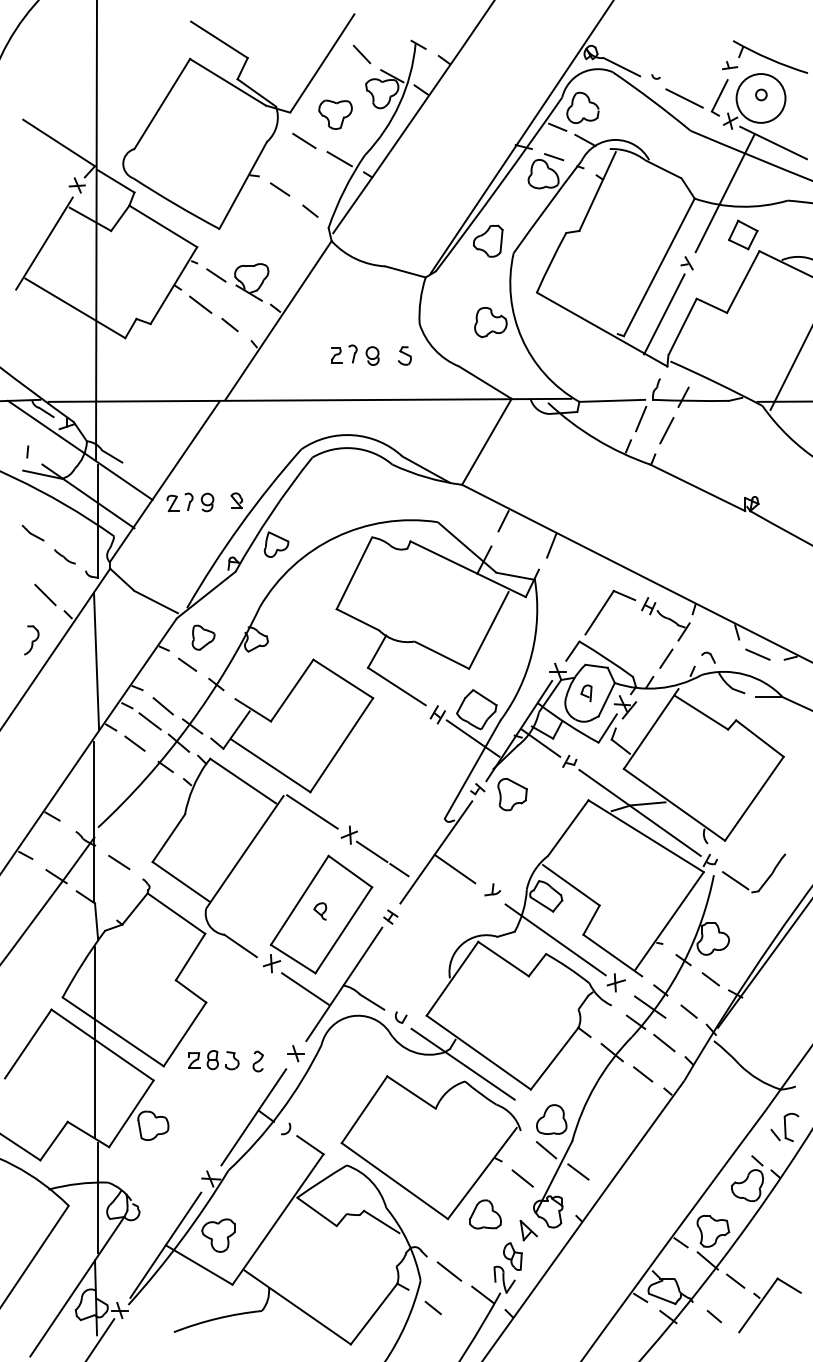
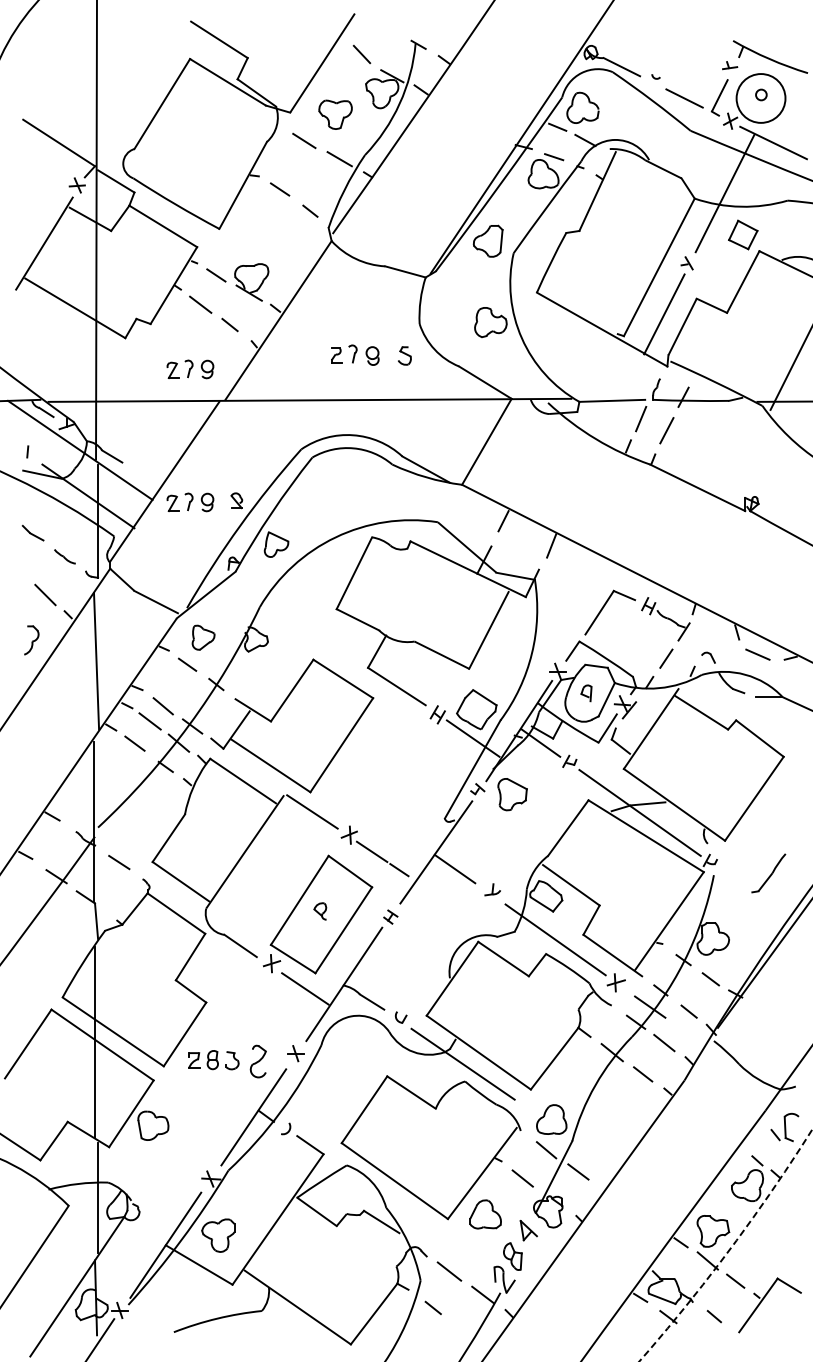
part at (190, 369): none -> present
line at (735, 880): present -> none
part at (257, 1061) size: 12x23 px -> 18x35 px
arc at (730, 1248): solid -> dashed
